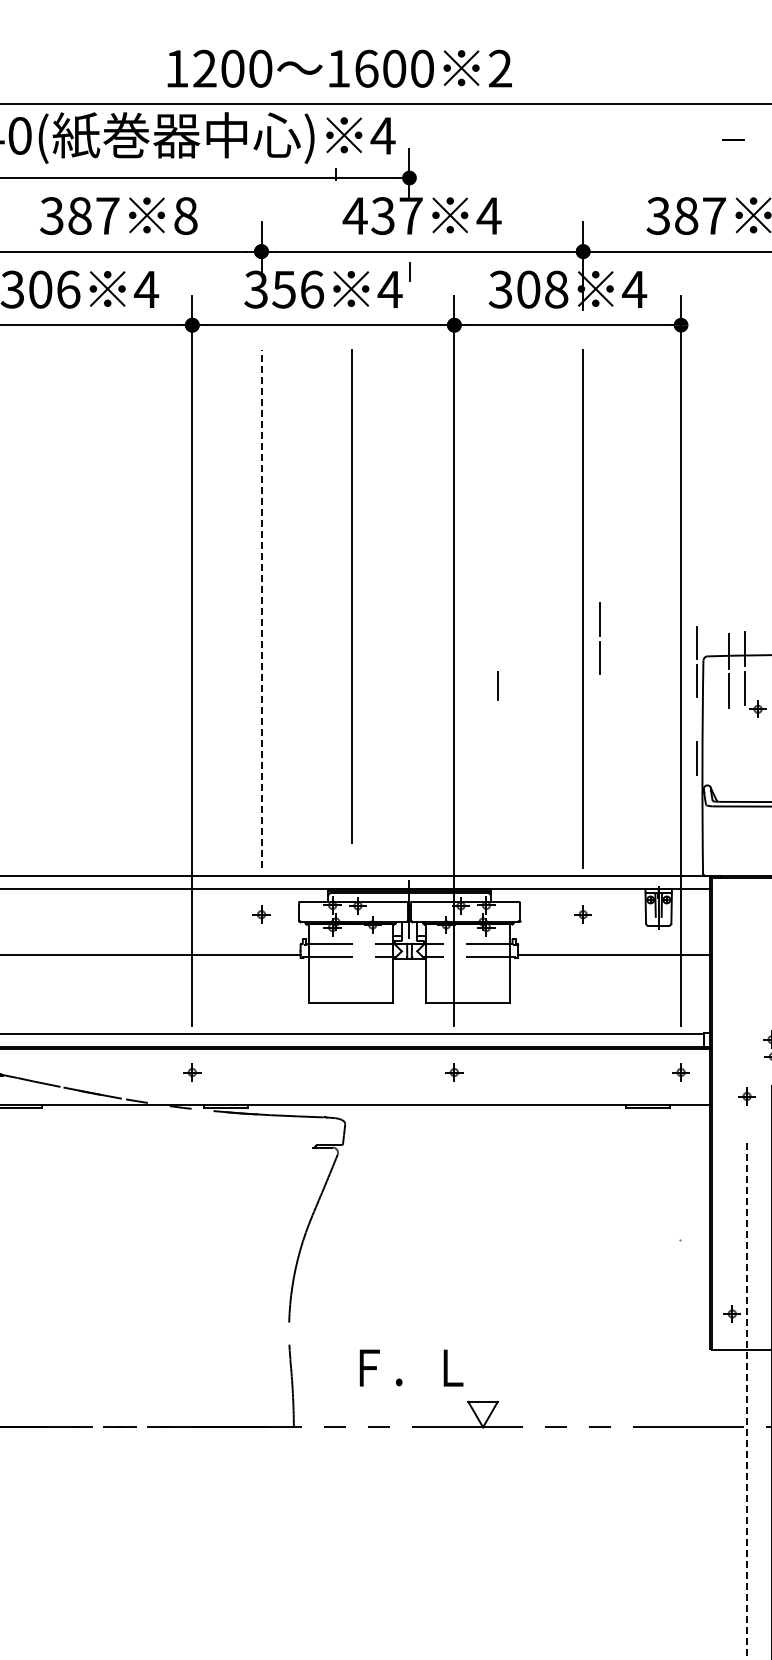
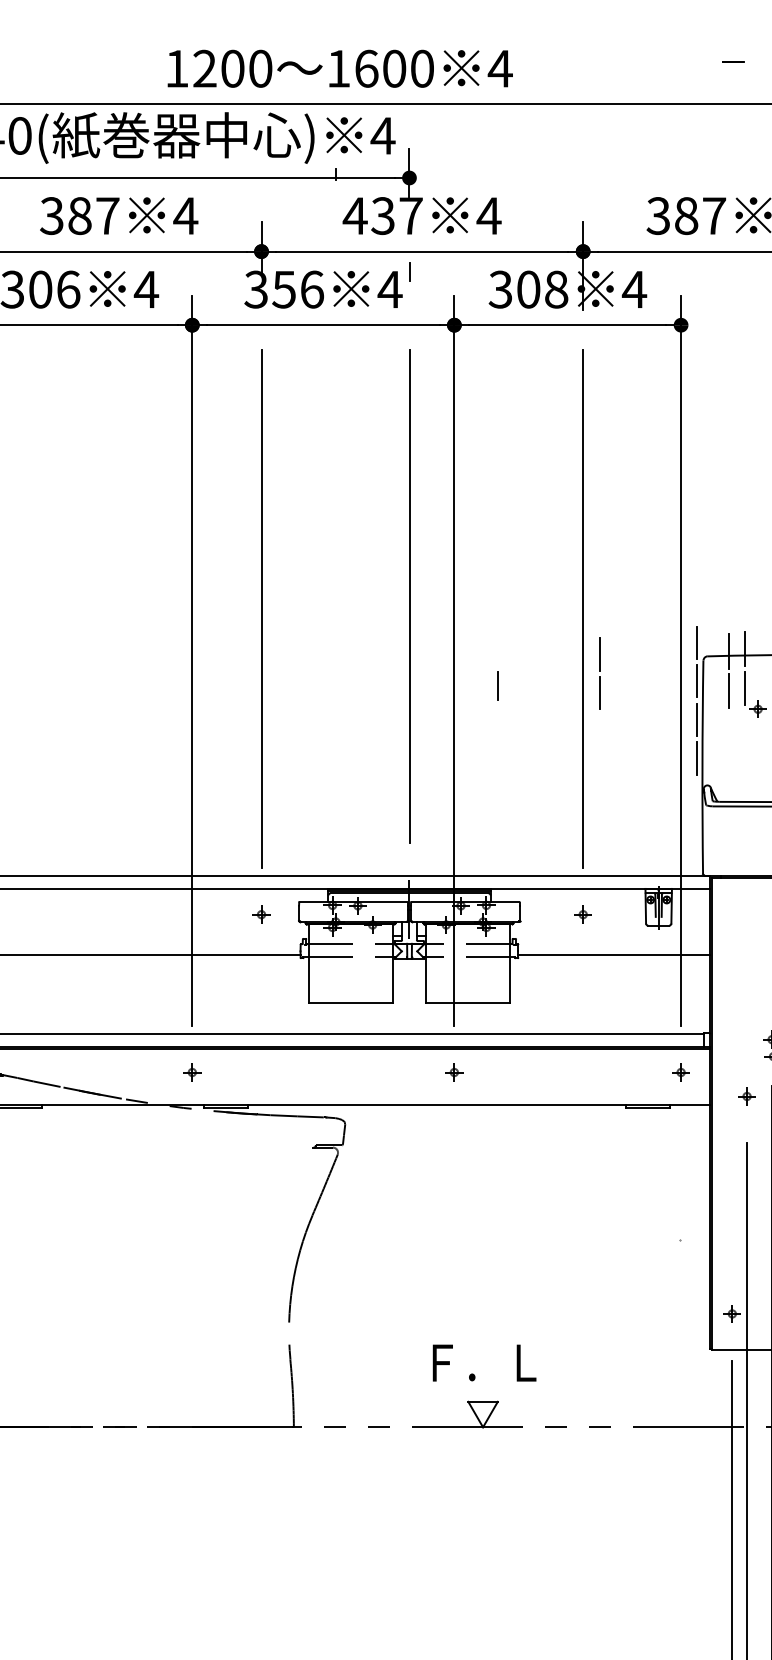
text at (499, 68): 2 -> 4
line at (733, 139) position: (733, 139) -> (733, 61)
text at (185, 216): 8 -> 4
line at (351, 596) position: (351, 596) -> (409, 596)
line at (261, 608): dashed -> solid
line at (599, 636) position: (599, 636) -> (599, 671)
line at (696, 719): none -> present
text at (411, 1367) position: (411, 1367) -> (484, 1362)
line at (747, 1401): dashed -> solid
line at (732, 1508): none -> present
